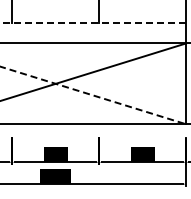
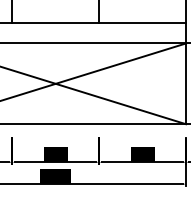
line at (93, 23): dashed -> solid
line at (93, 95): dashed -> solid
